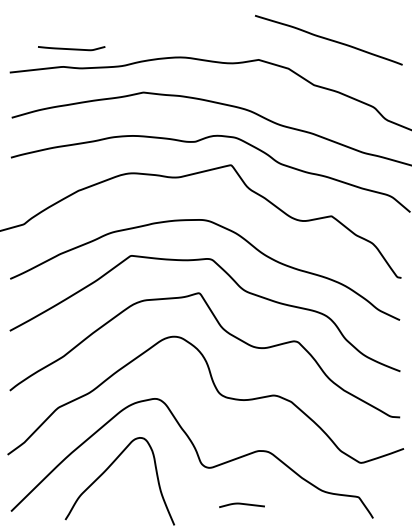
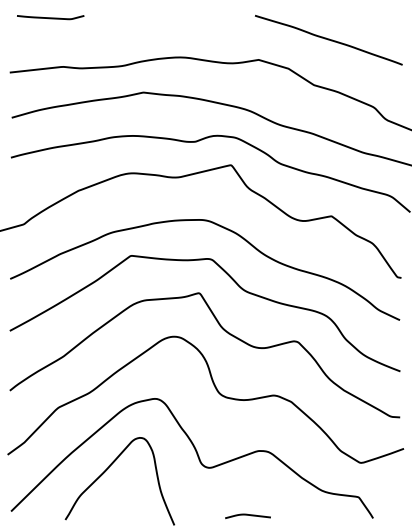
curve at (71, 48) position: (71, 48) -> (50, 17)
curve at (241, 504) position: (241, 504) -> (247, 515)
